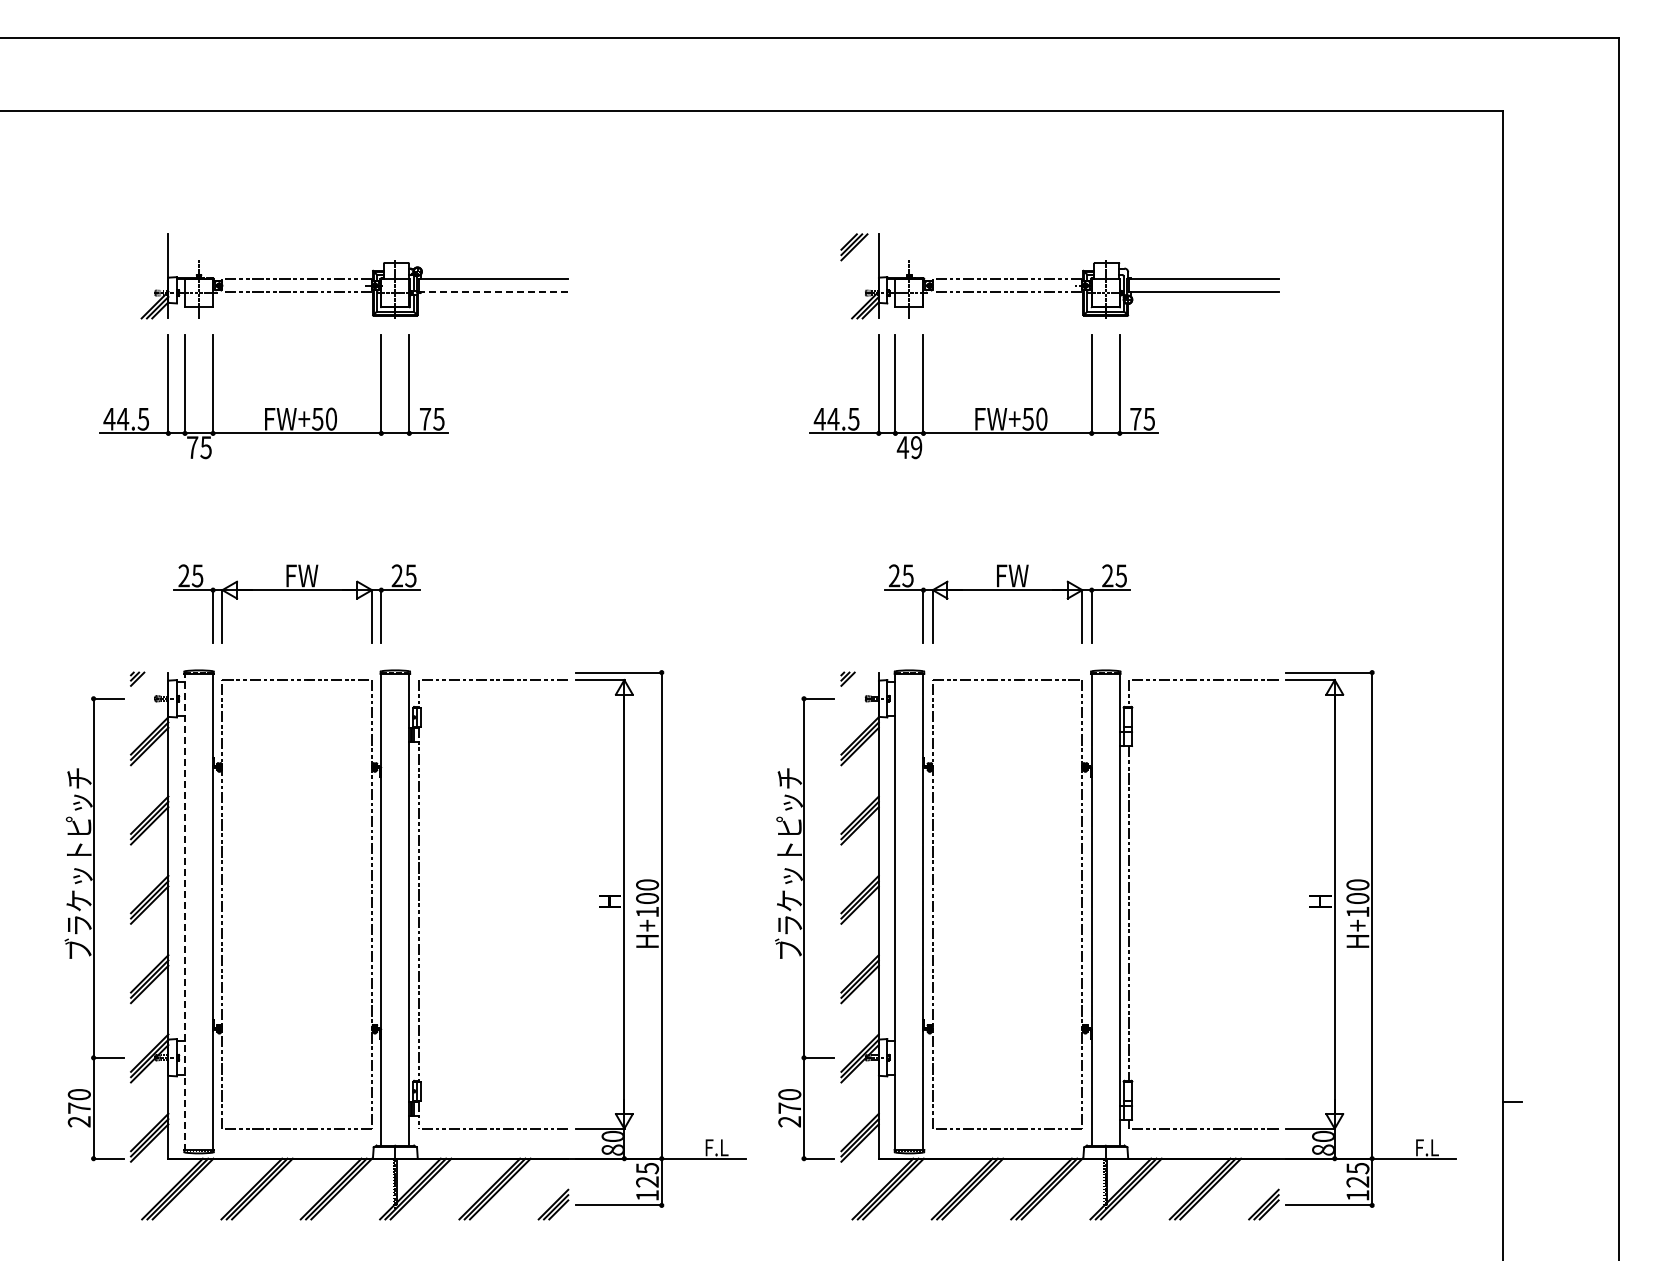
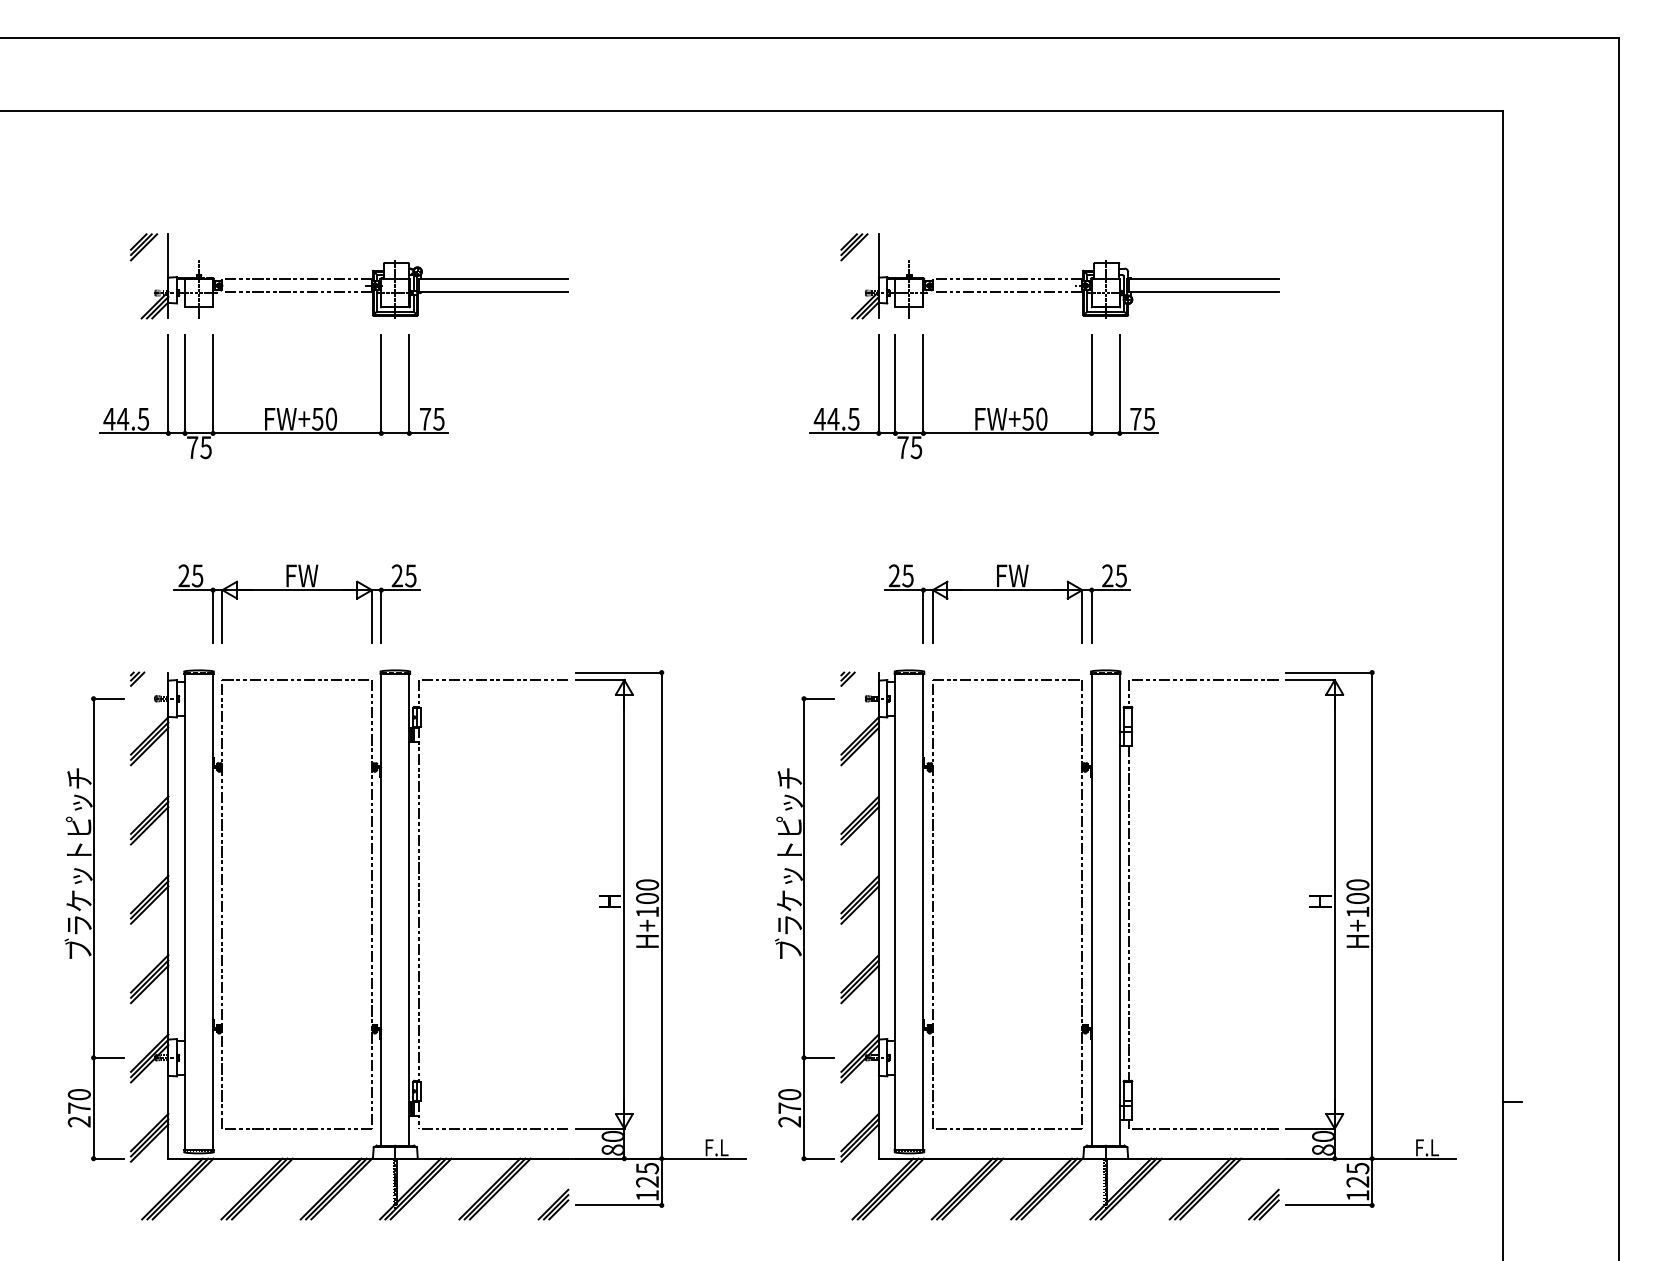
part at (144, 247): none -> present
line at (493, 292): dashed -> solid
text at (909, 447): 49 -> 75
line at (185, 912): dashed -> solid
